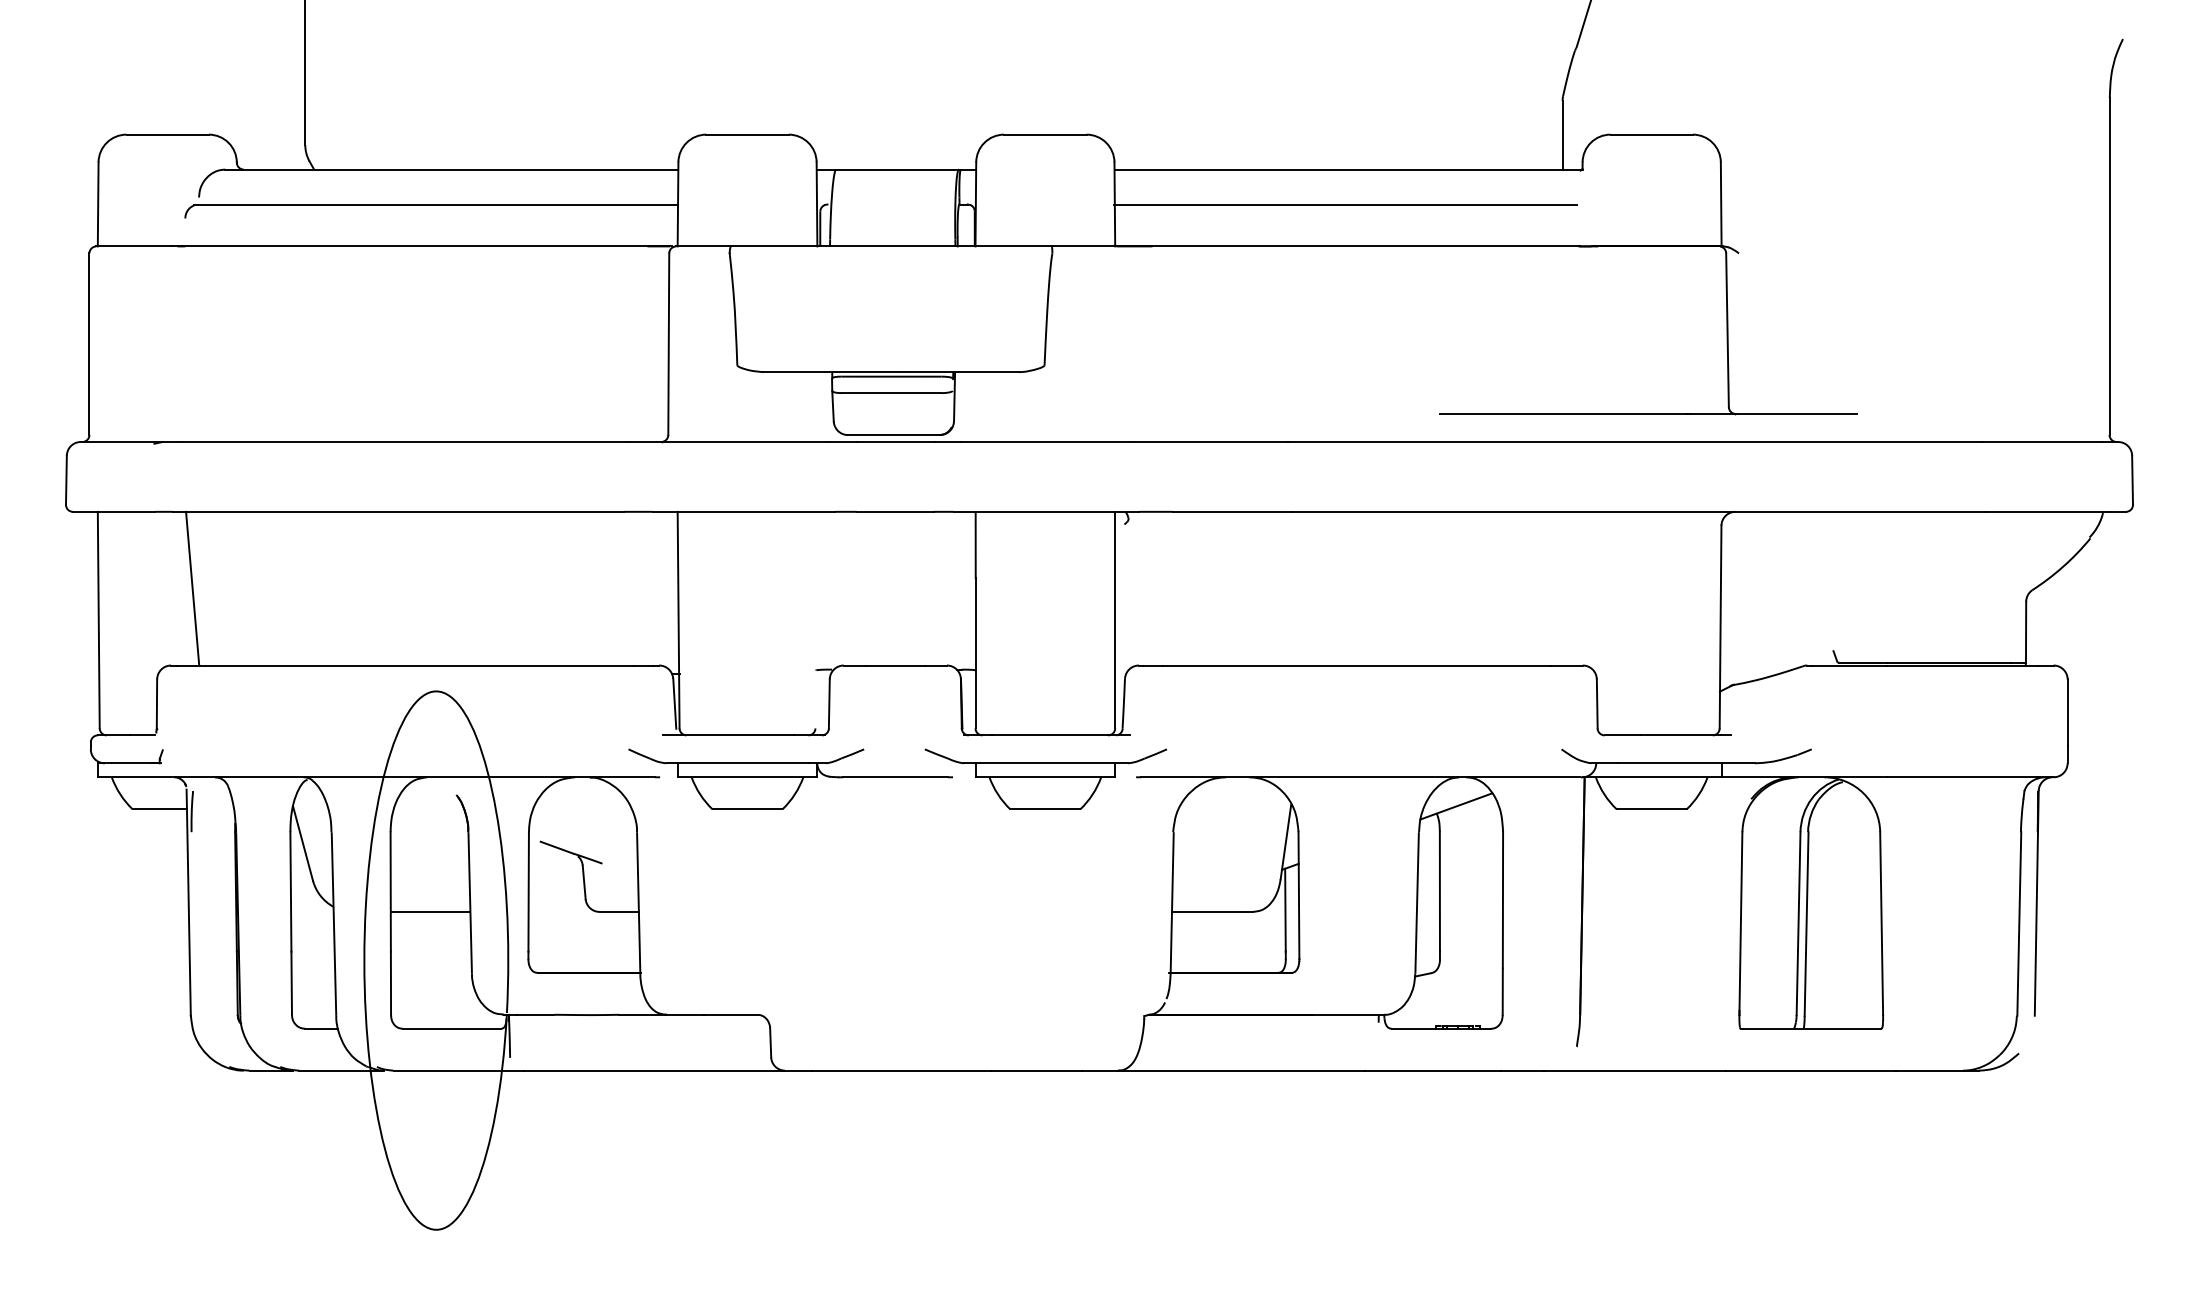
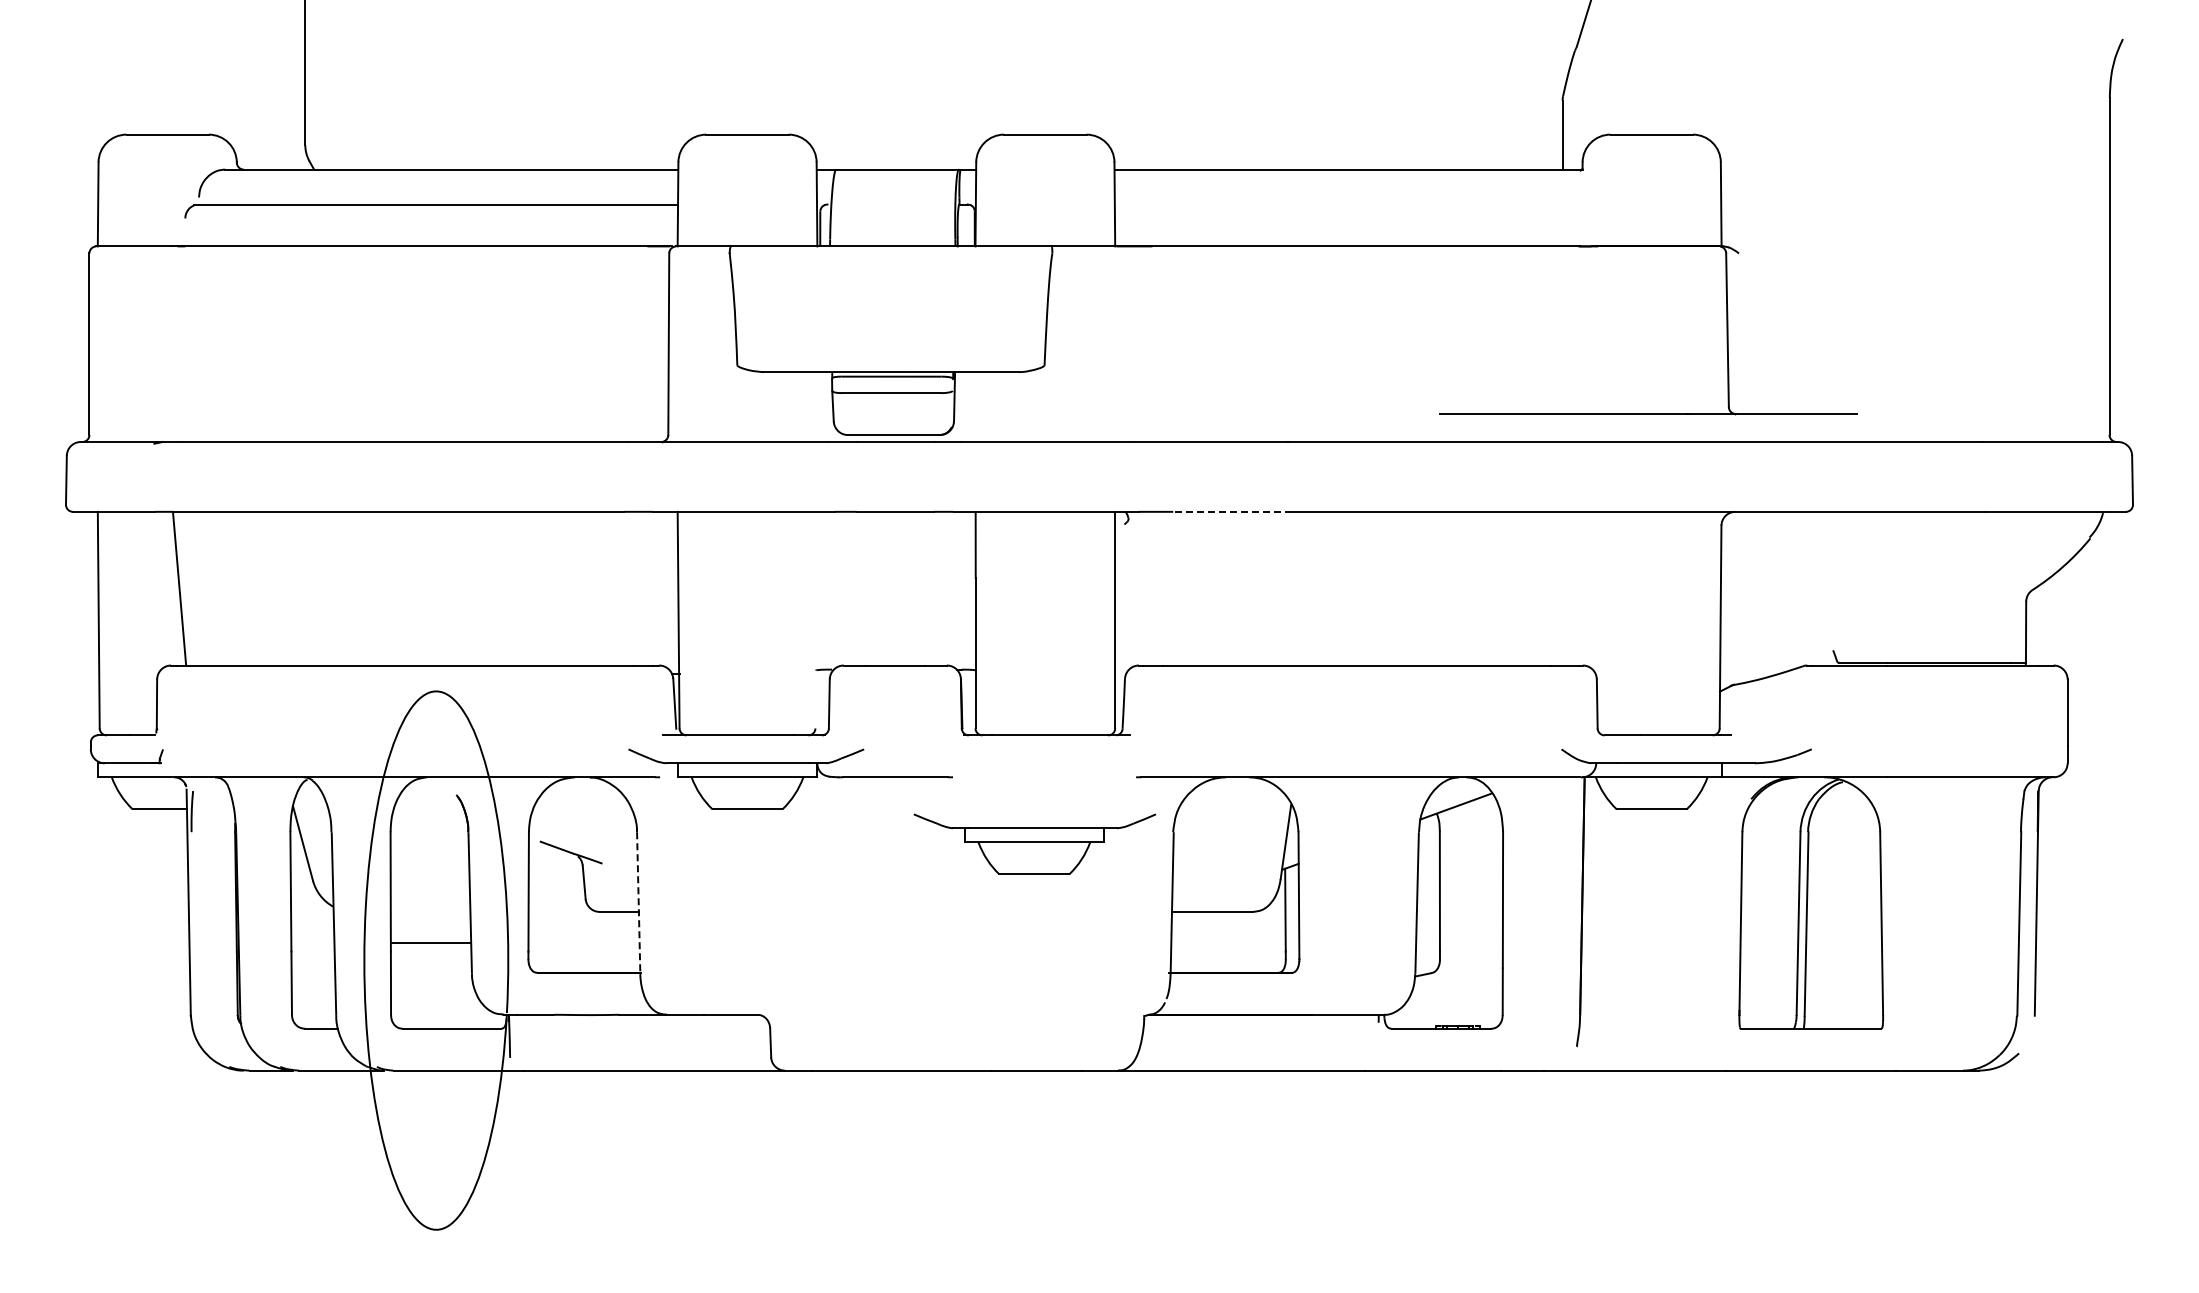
line at (1345, 205): present -> none
line at (1232, 511): solid -> dashed
line at (192, 587) position: (192, 587) -> (179, 588)
part at (1045, 778) position: (1045, 778) -> (1034, 843)
line at (638, 903): solid -> dashed
line at (430, 911) position: (430, 911) -> (430, 942)
